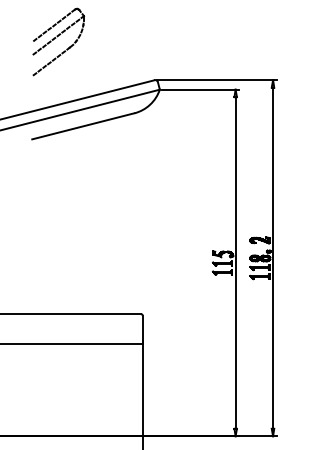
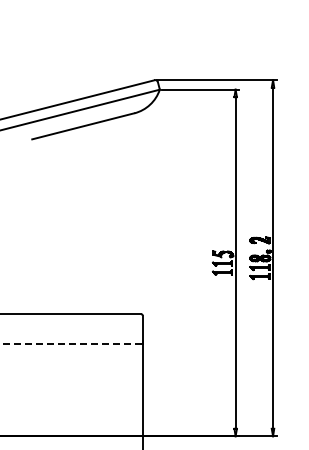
part at (58, 41): present -> none
line at (71, 344): solid -> dashed
